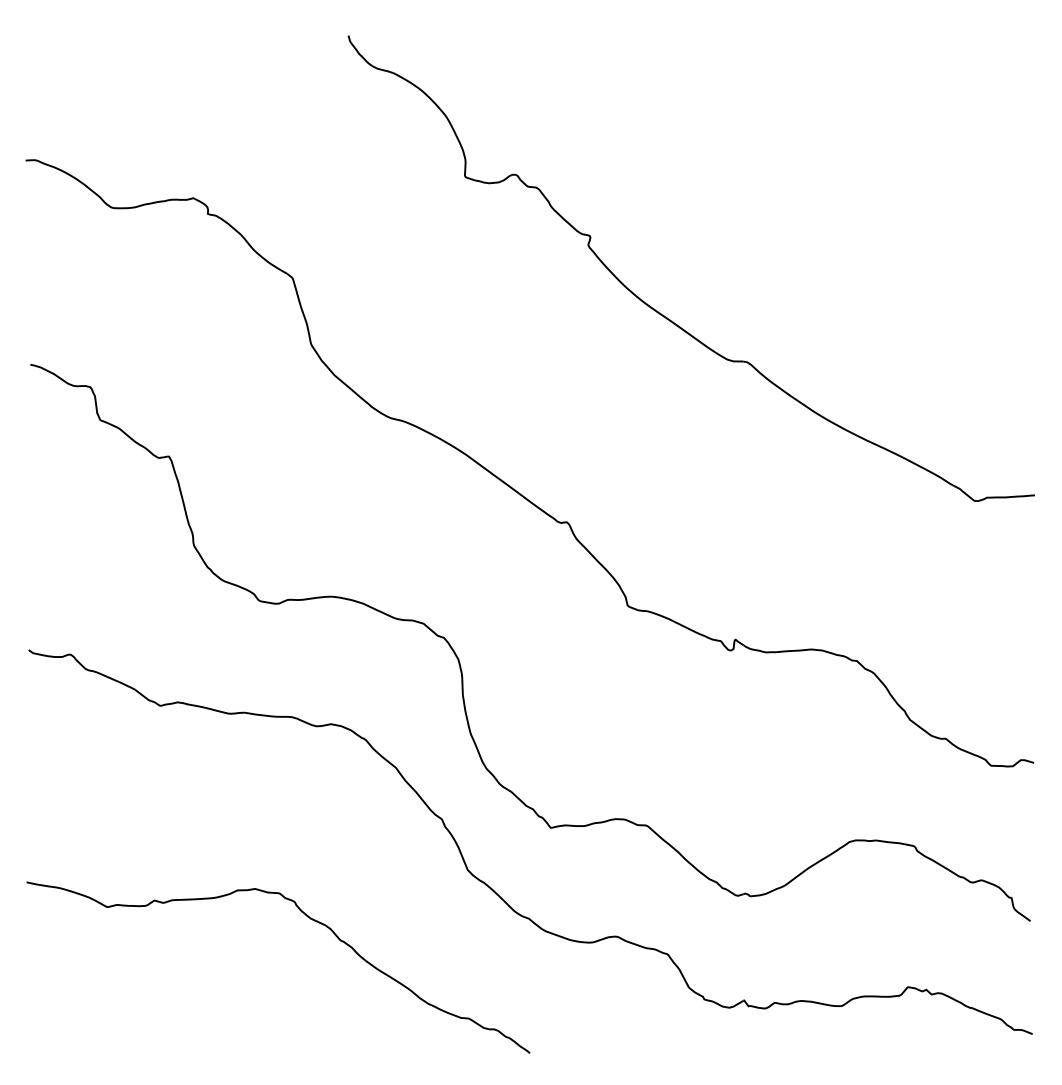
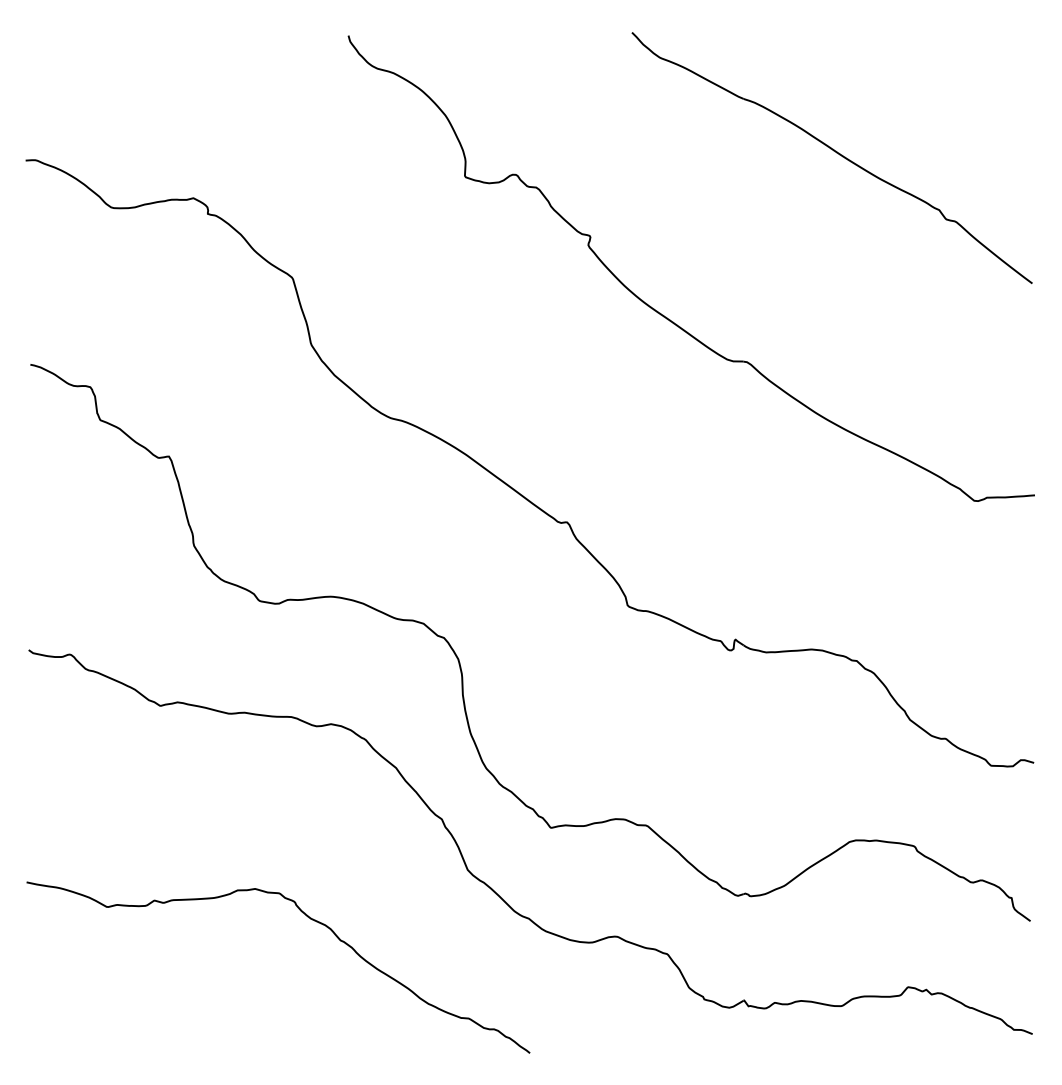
part at (833, 151): none -> present
